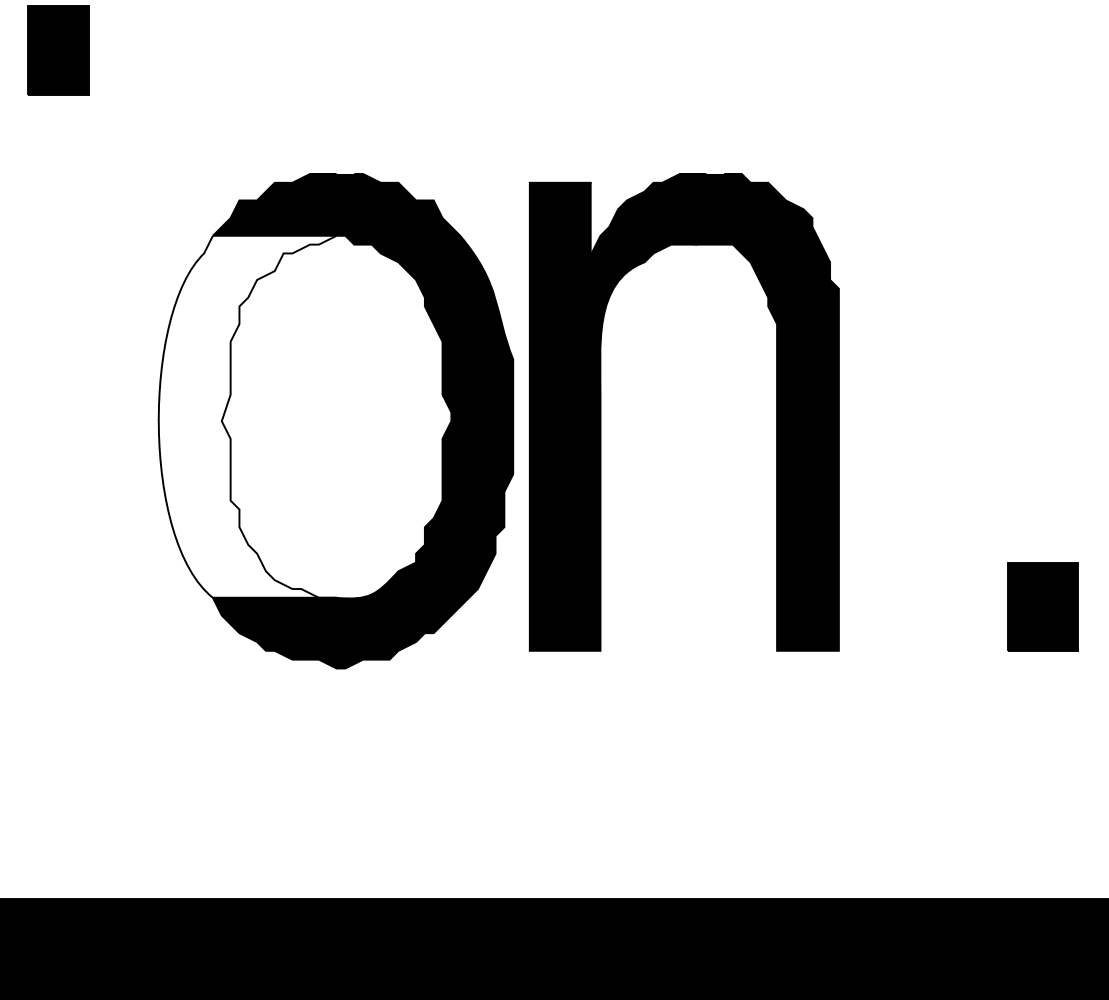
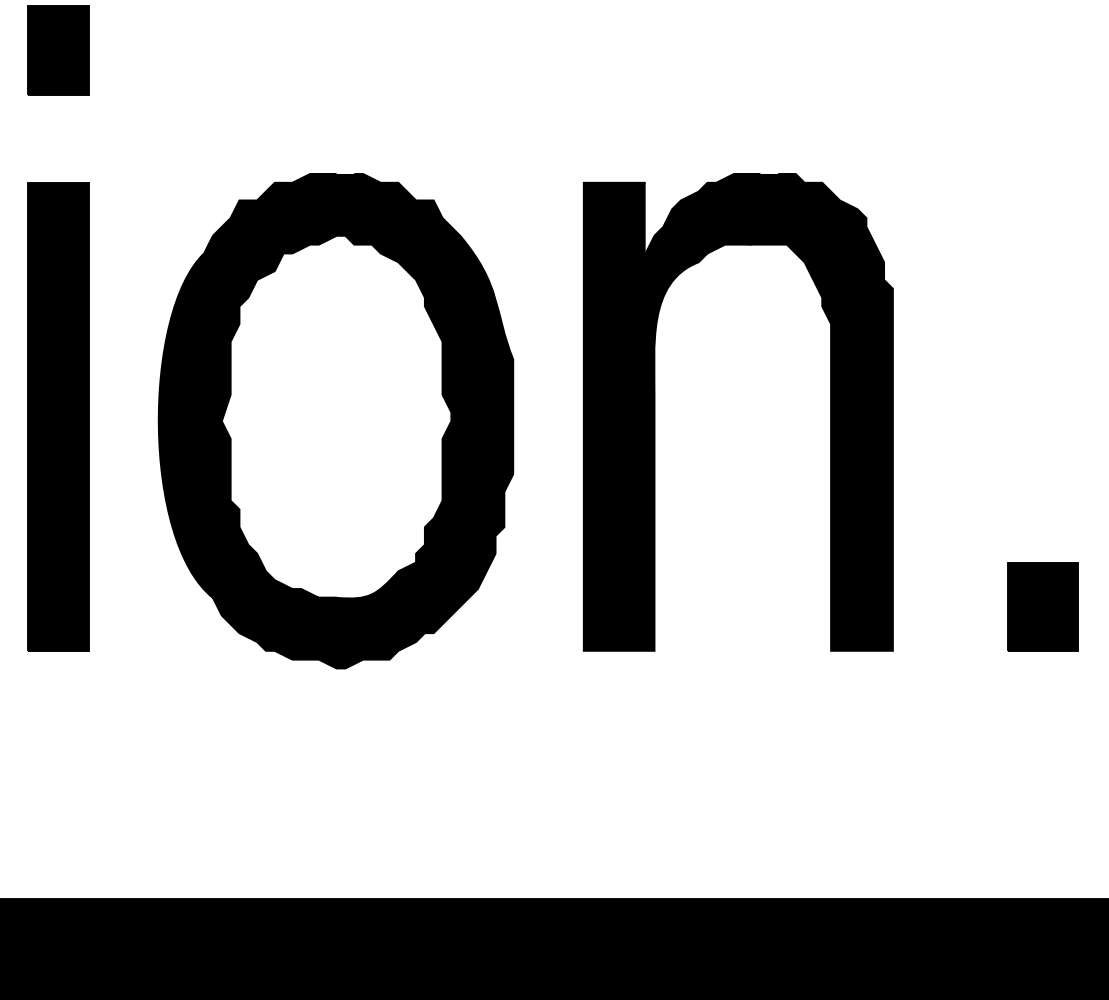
part at (601, 412) position: (601, 412) -> (655, 412)
part at (58, 416): none -> present
fill at (247, 416): none -> present
